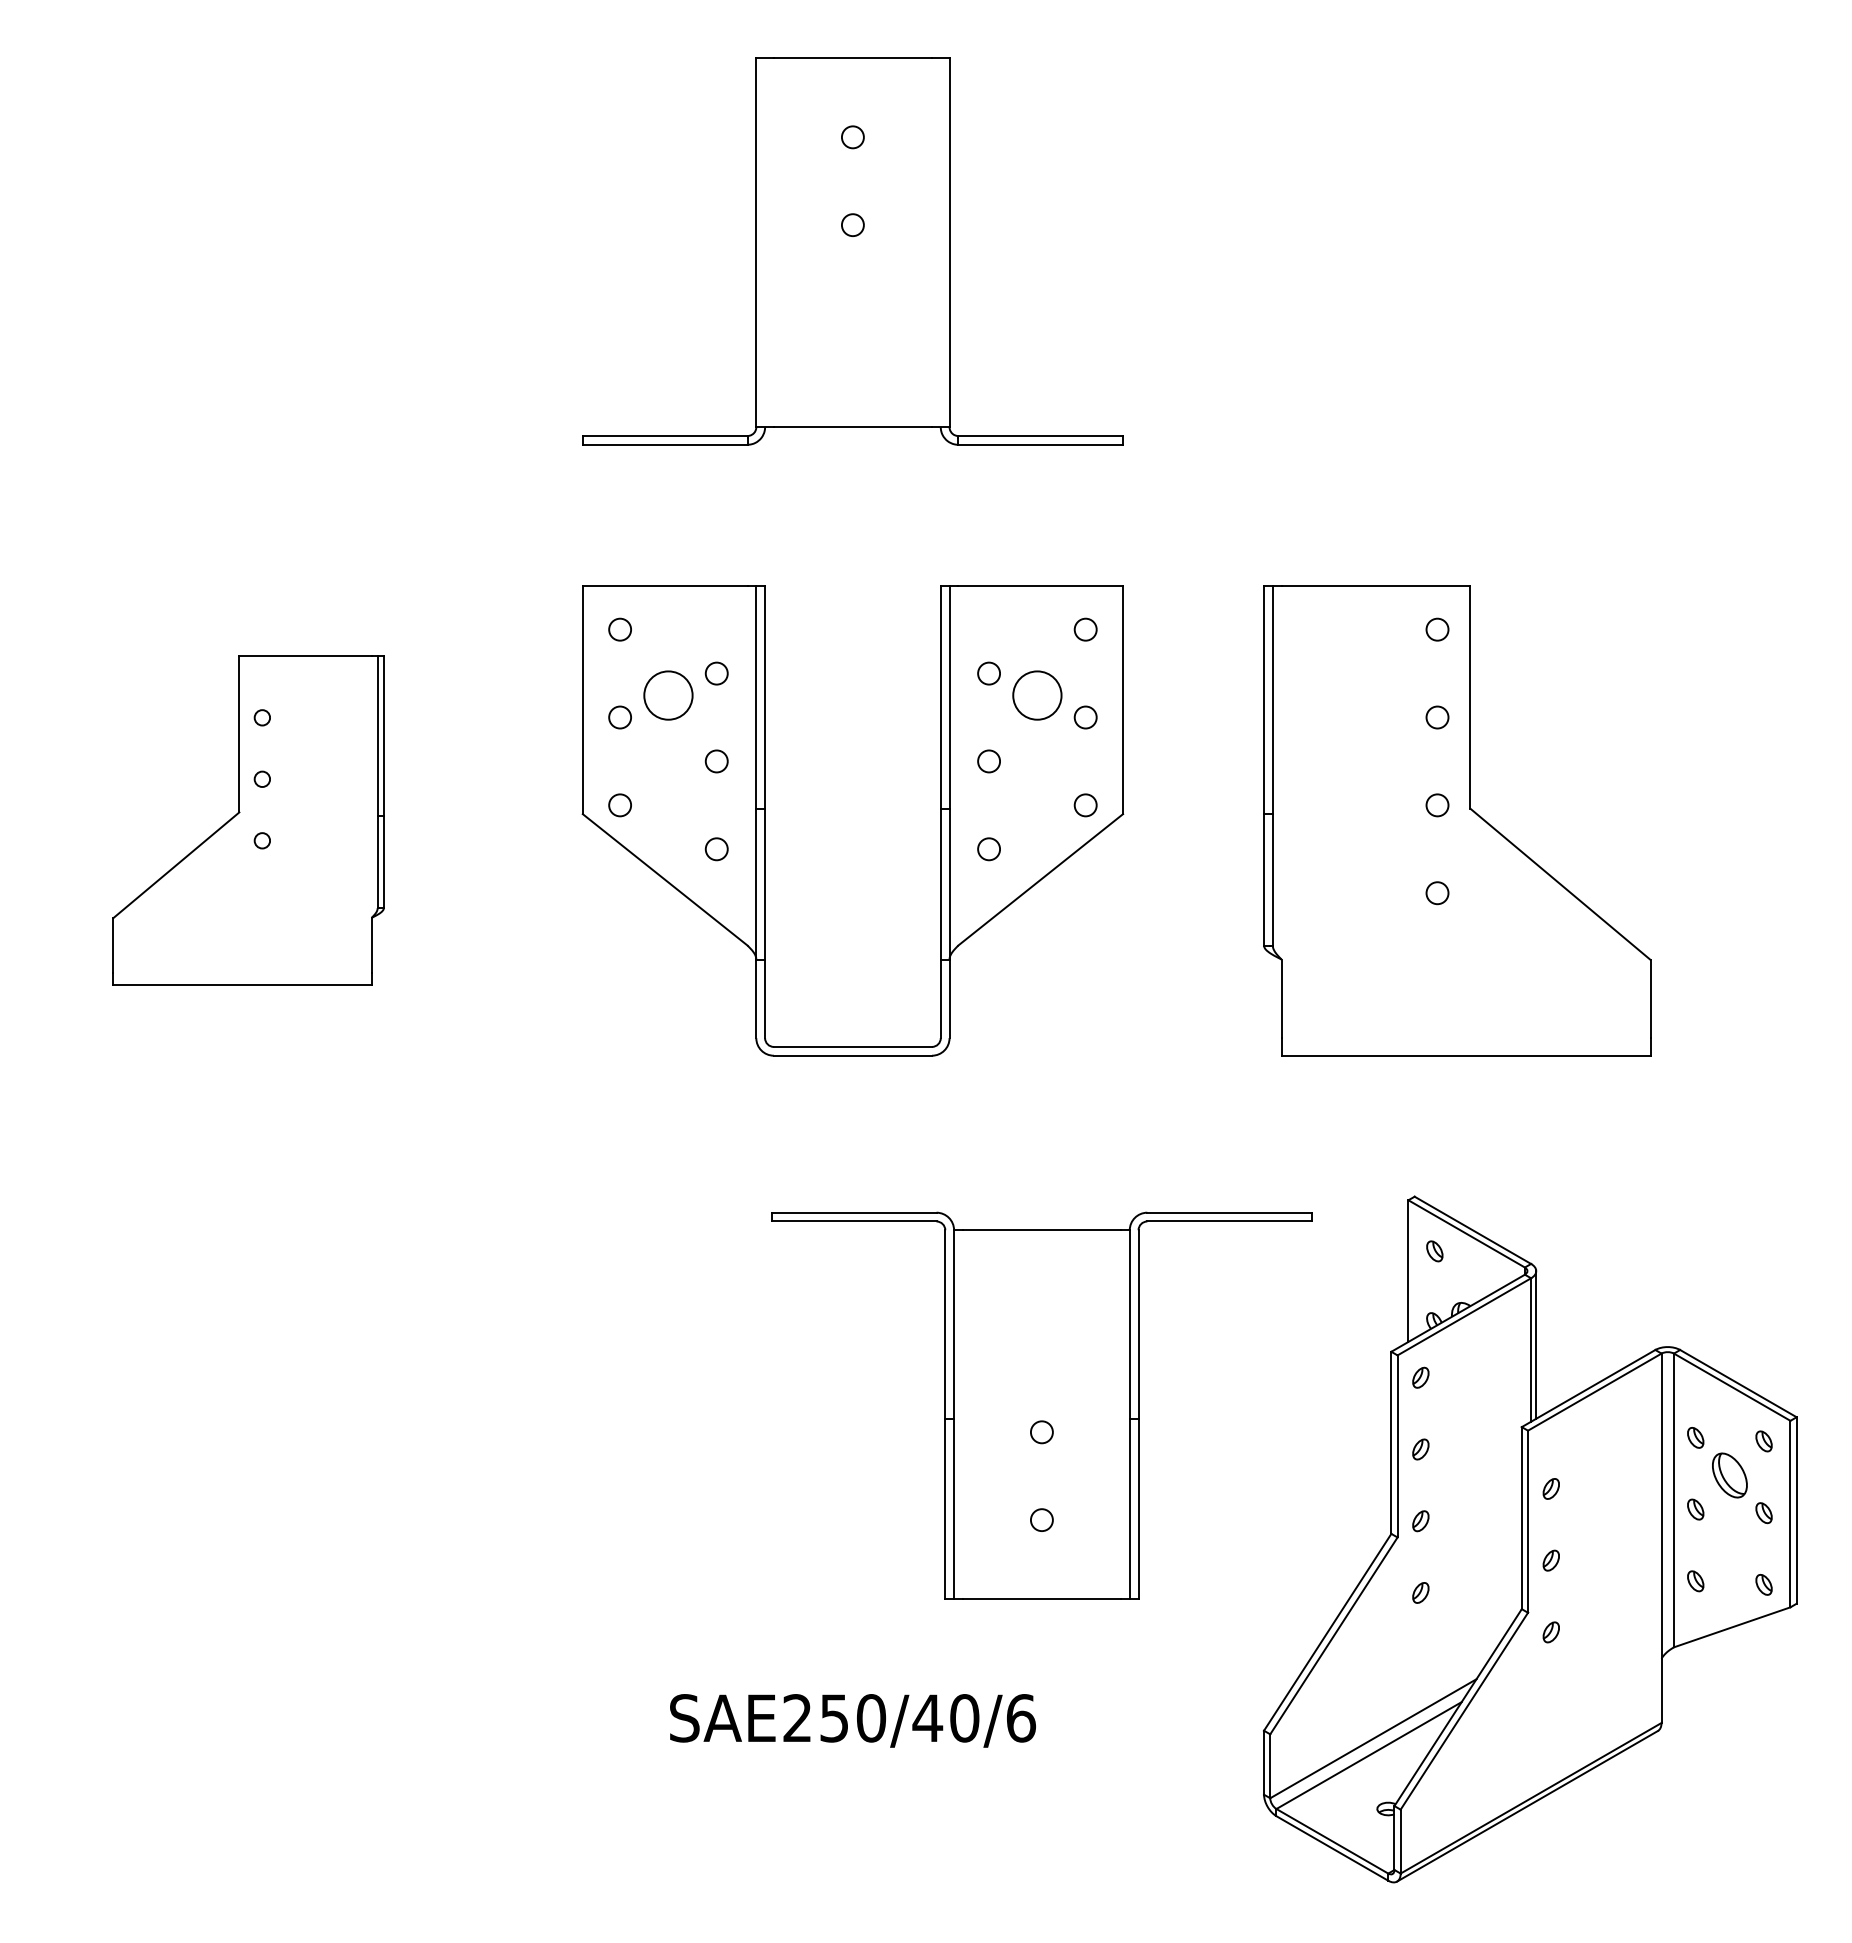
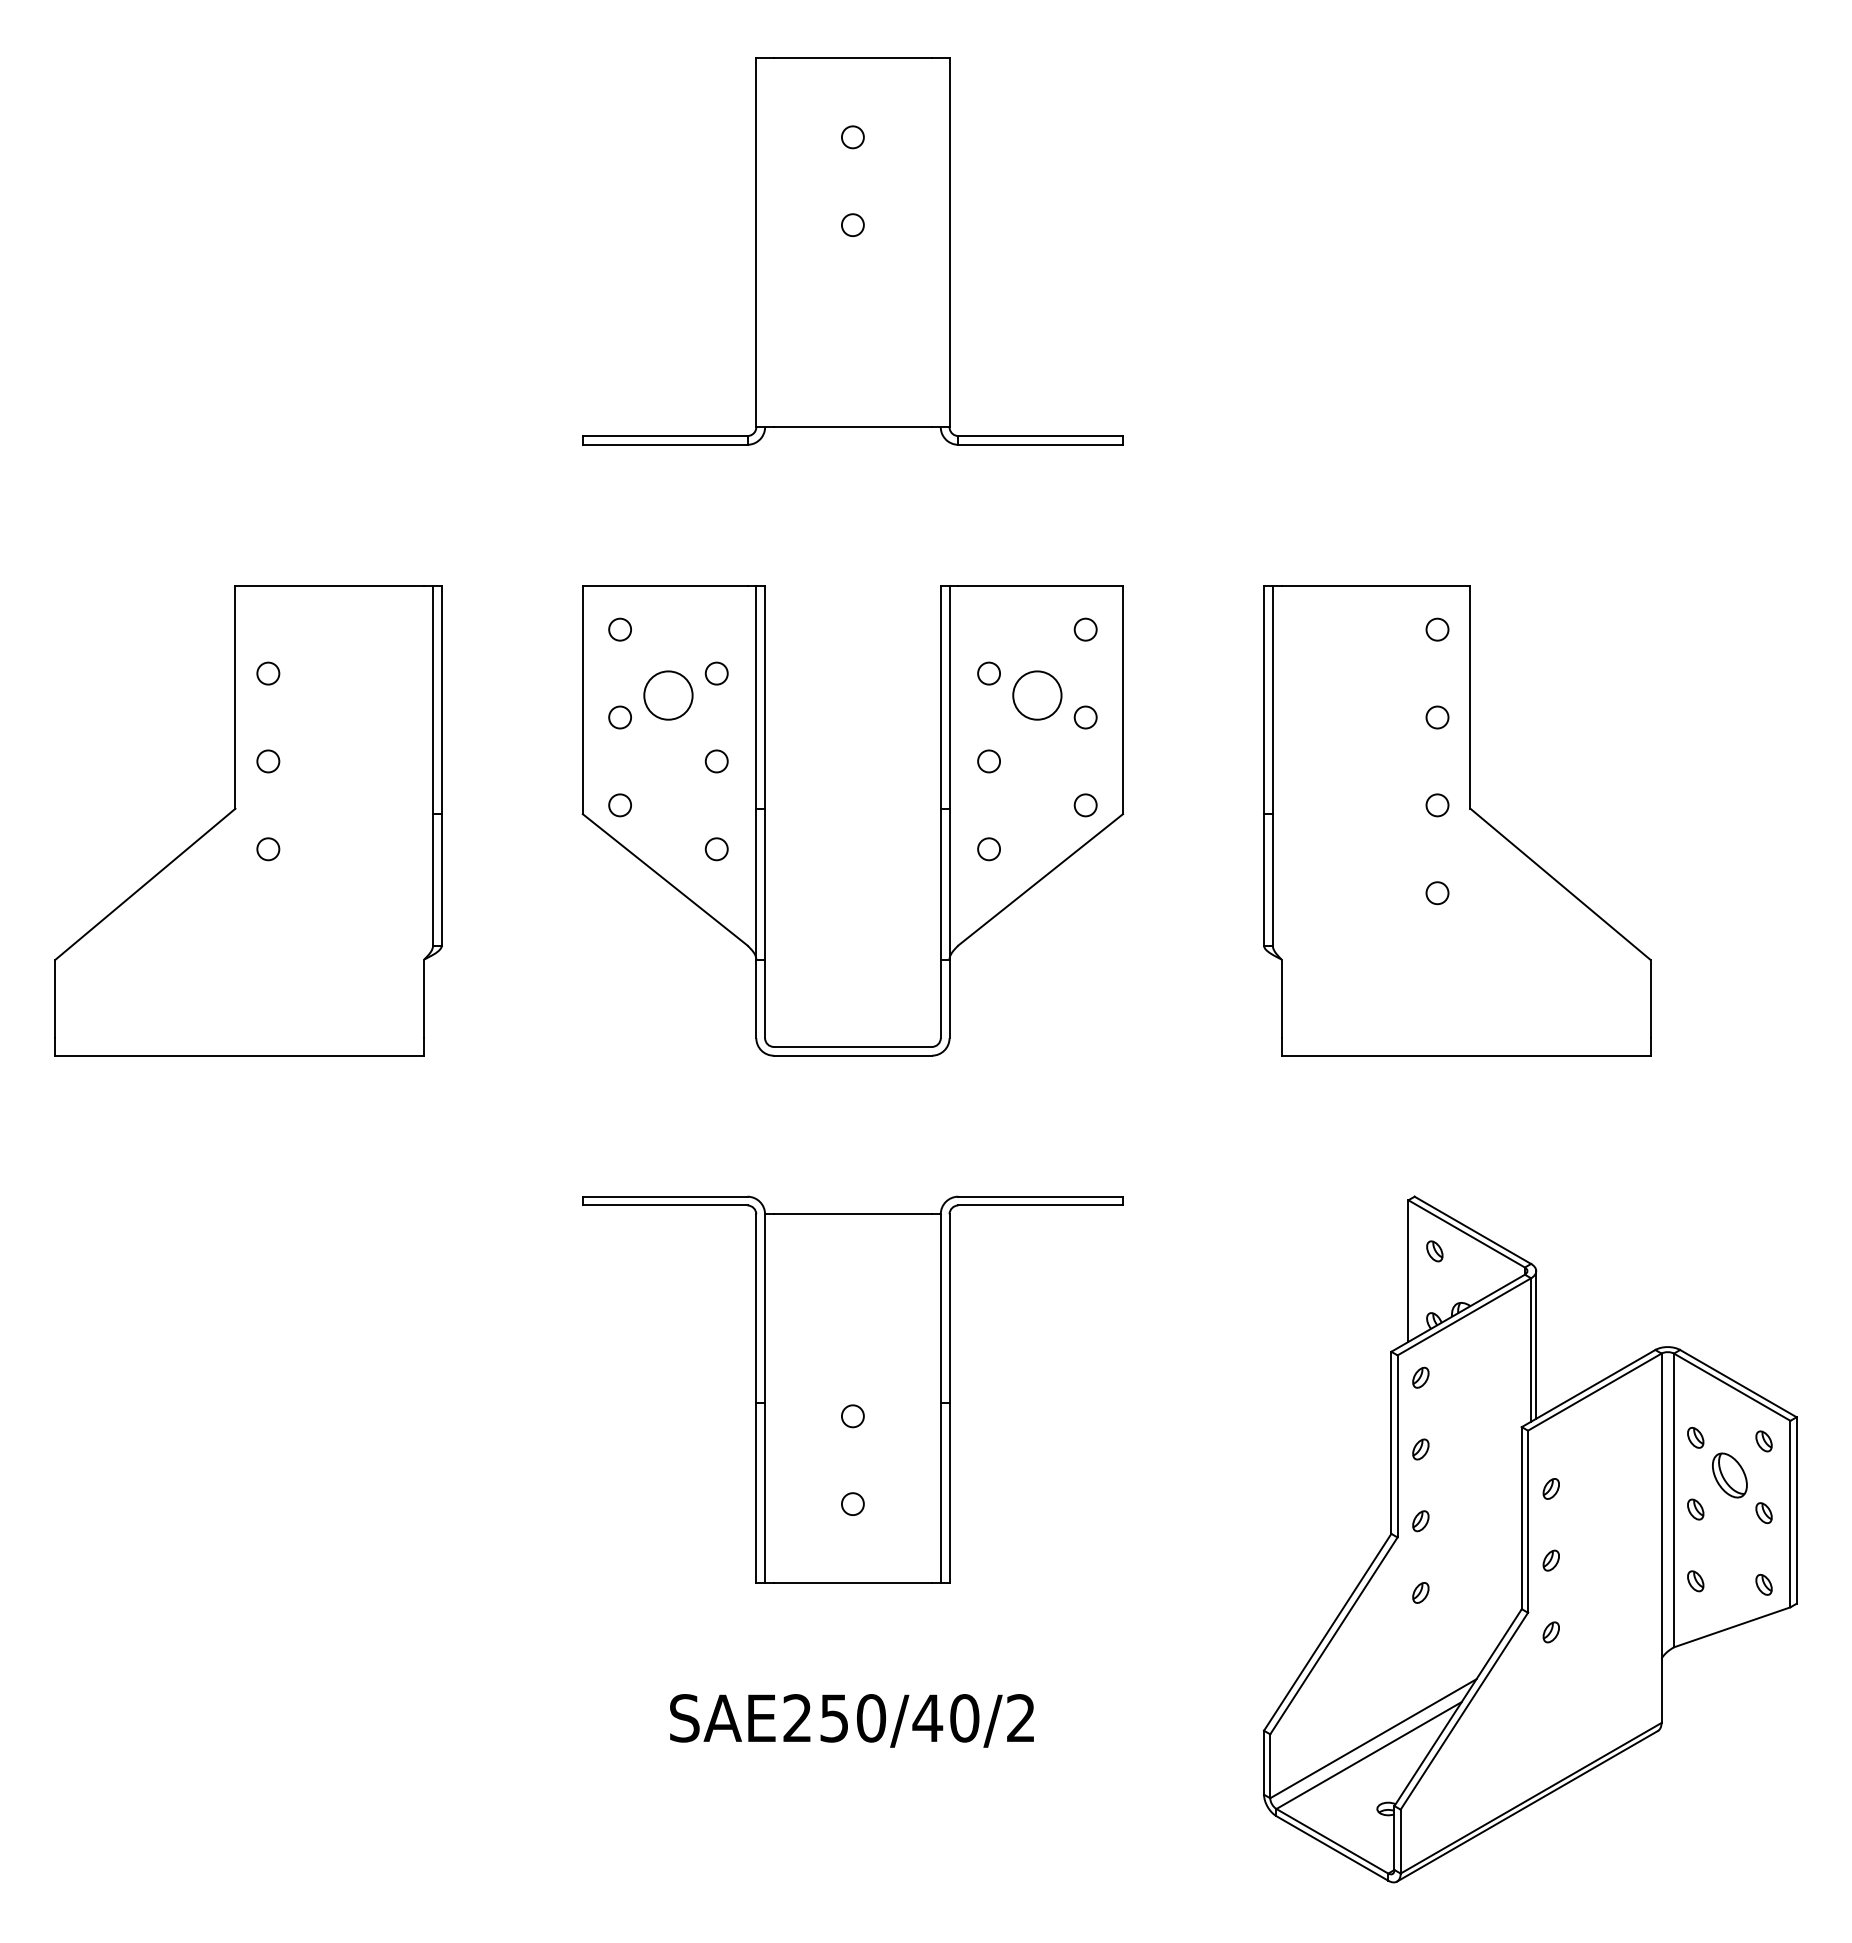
part at (248, 820) size: 273x331 px -> 389x472 px
part at (1041, 1405) position: (1041, 1405) -> (852, 1389)
text at (1021, 1718): SAE250/40/6 -> SAE250/40/2
